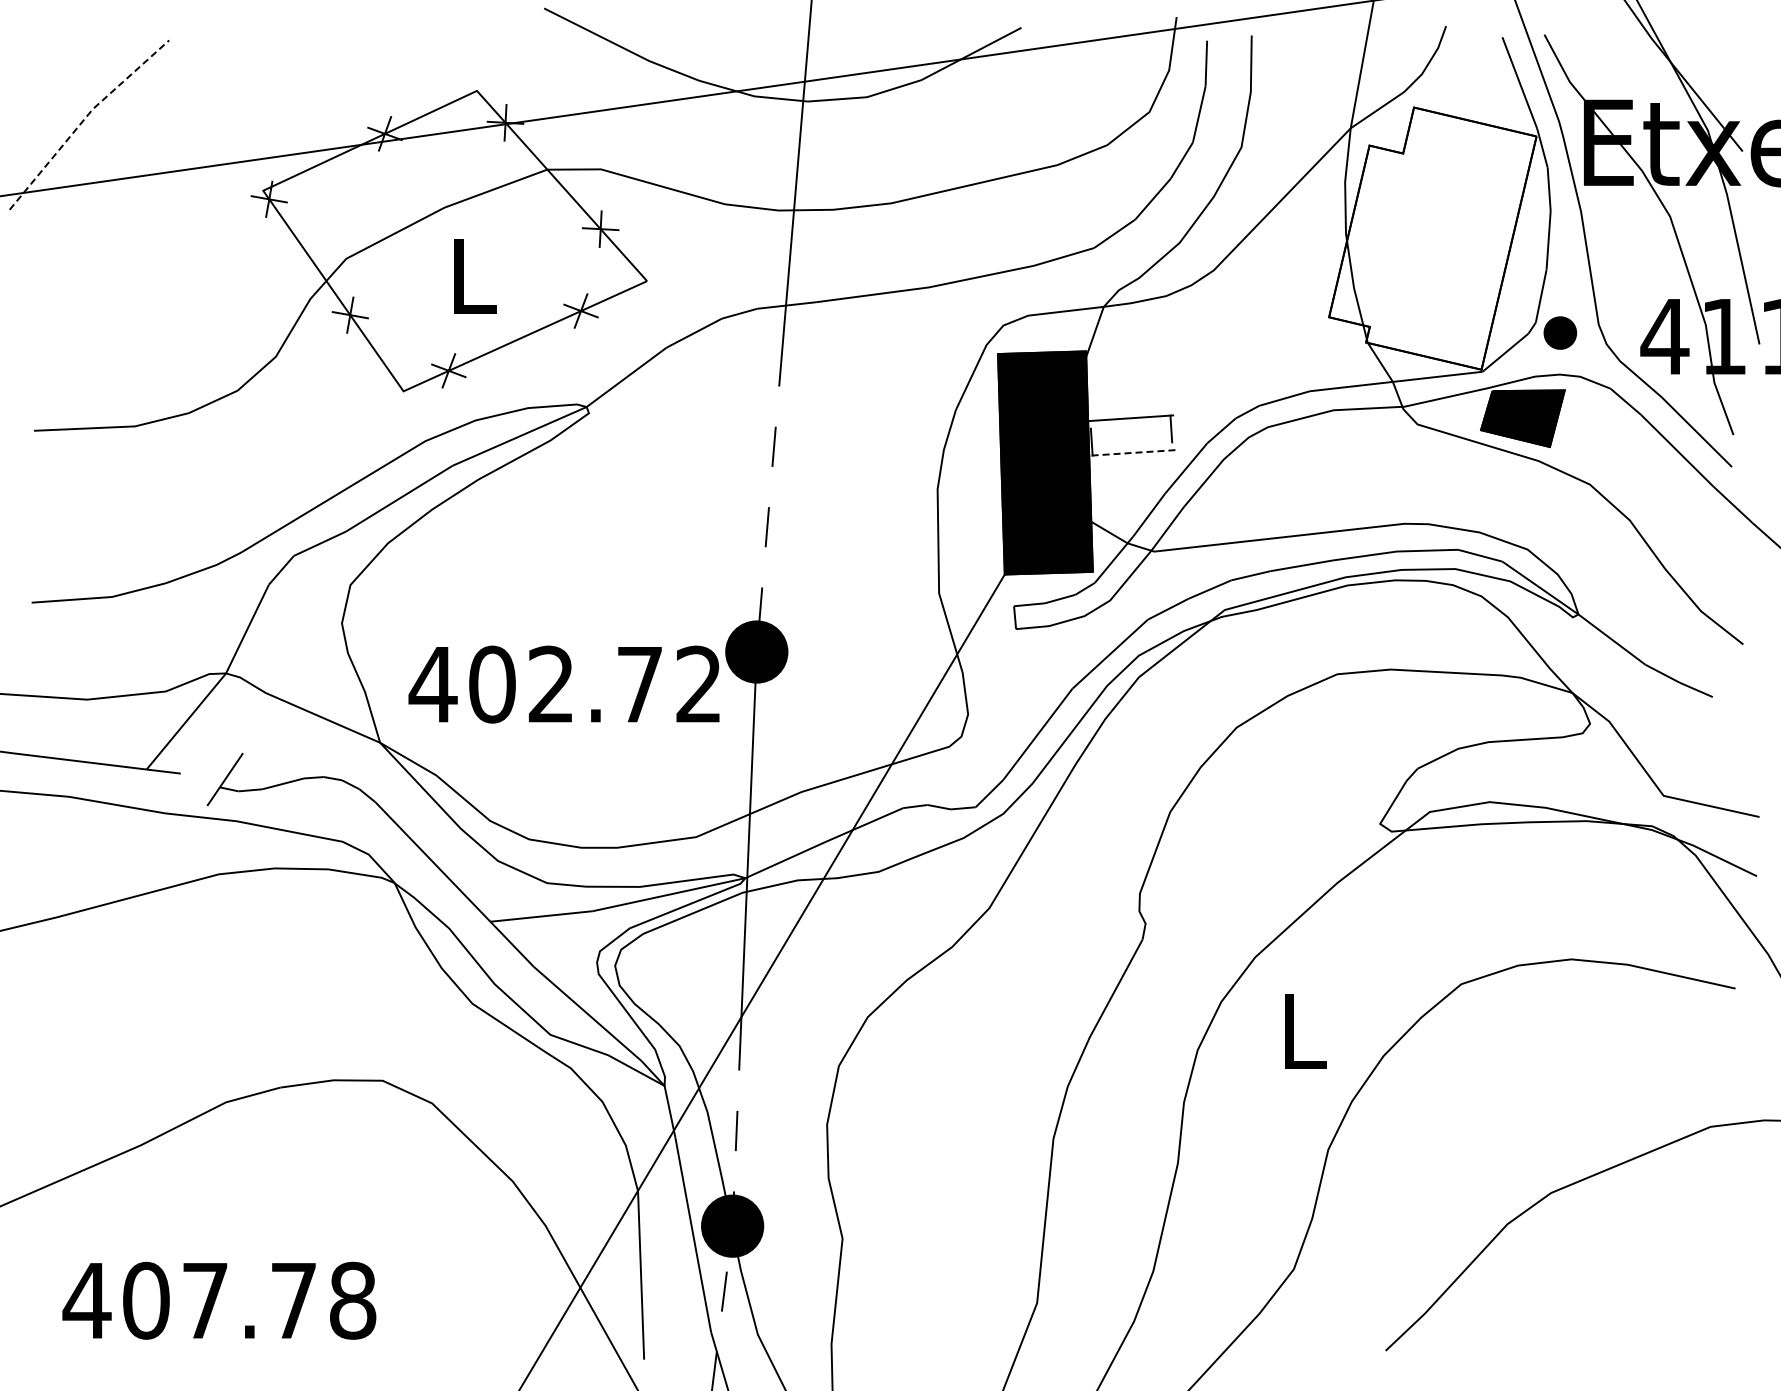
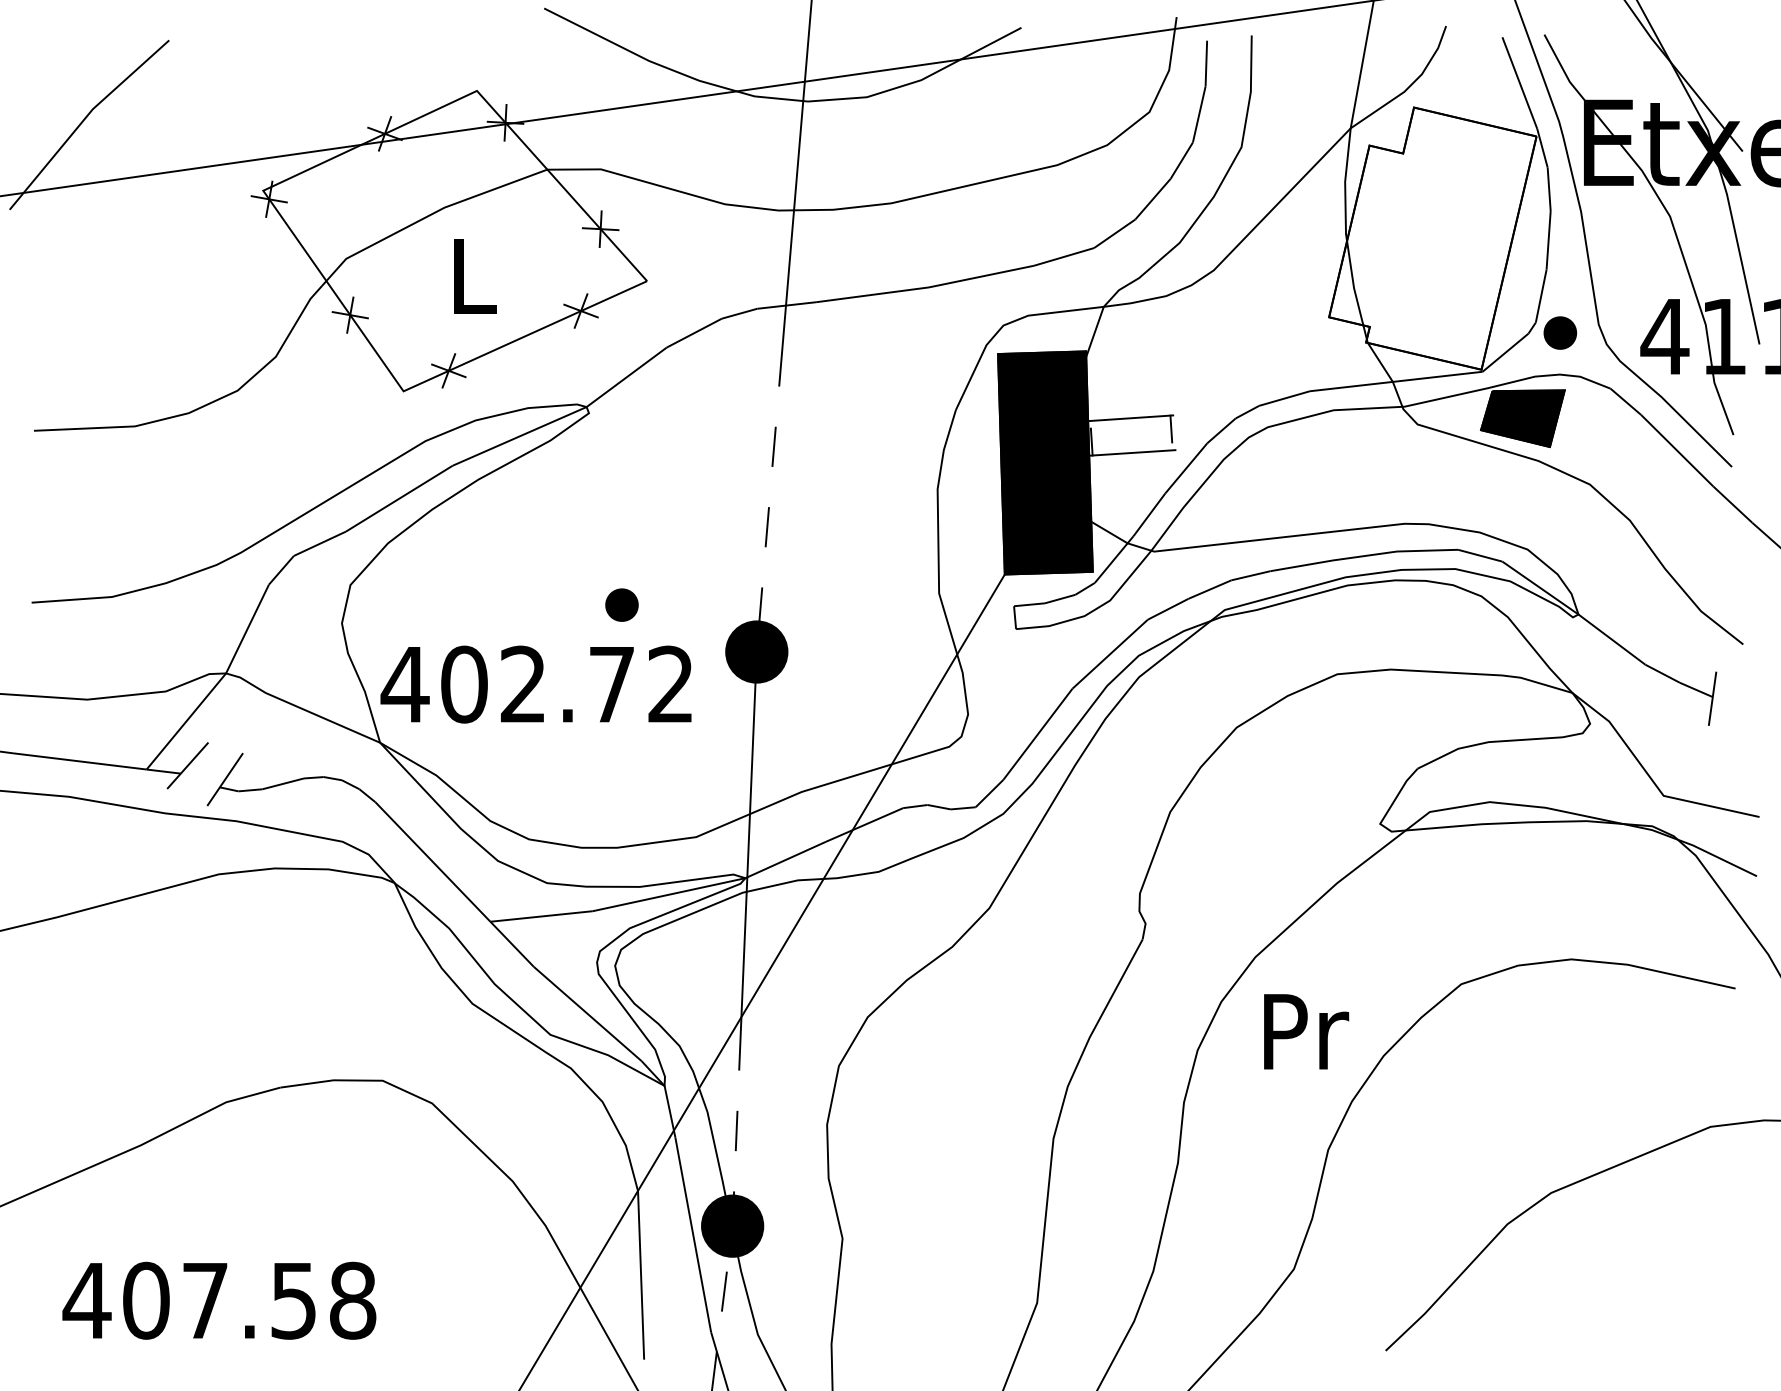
line at (84, 119): dashed -> solid
line at (1131, 452): dashed -> solid
part at (621, 604): none -> present
text at (563, 684) position: (563, 684) -> (535, 684)
line at (1712, 698): none -> present
line at (187, 765): none -> present
text at (1306, 1031): L -> Pr
text at (293, 1301): 407.78 -> 407.58
